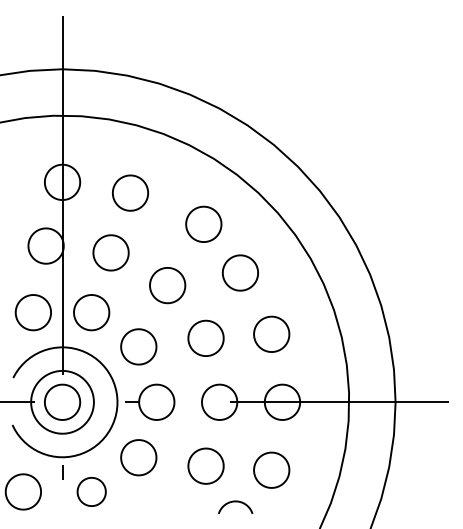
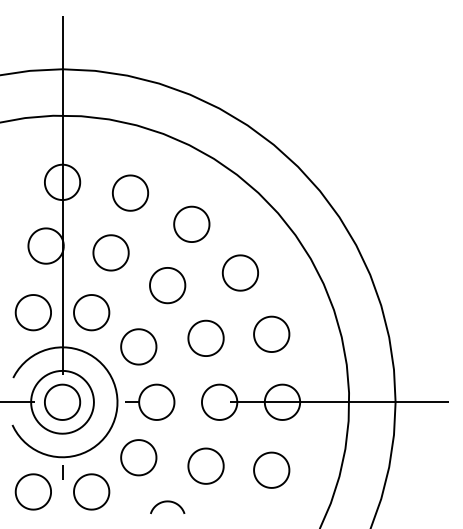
part at (203, 223) position: (203, 223) -> (191, 223)
part at (22, 491) position: (22, 491) -> (32, 491)
part at (91, 491) size: 31x30 px -> 38x38 px
curve at (235, 502) position: (235, 502) -> (167, 502)
